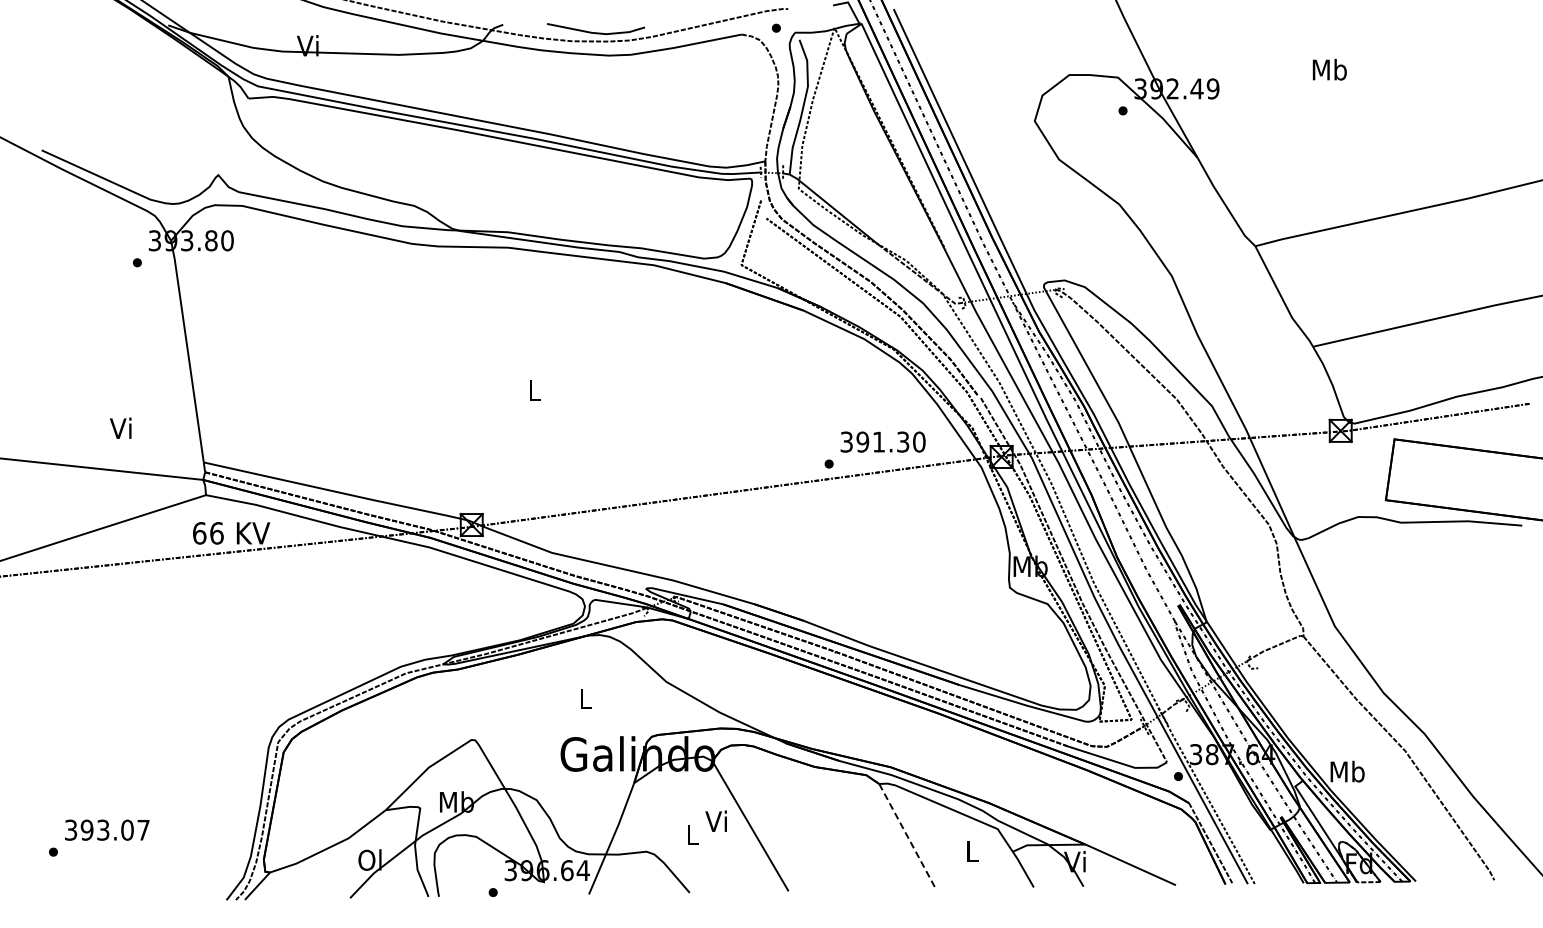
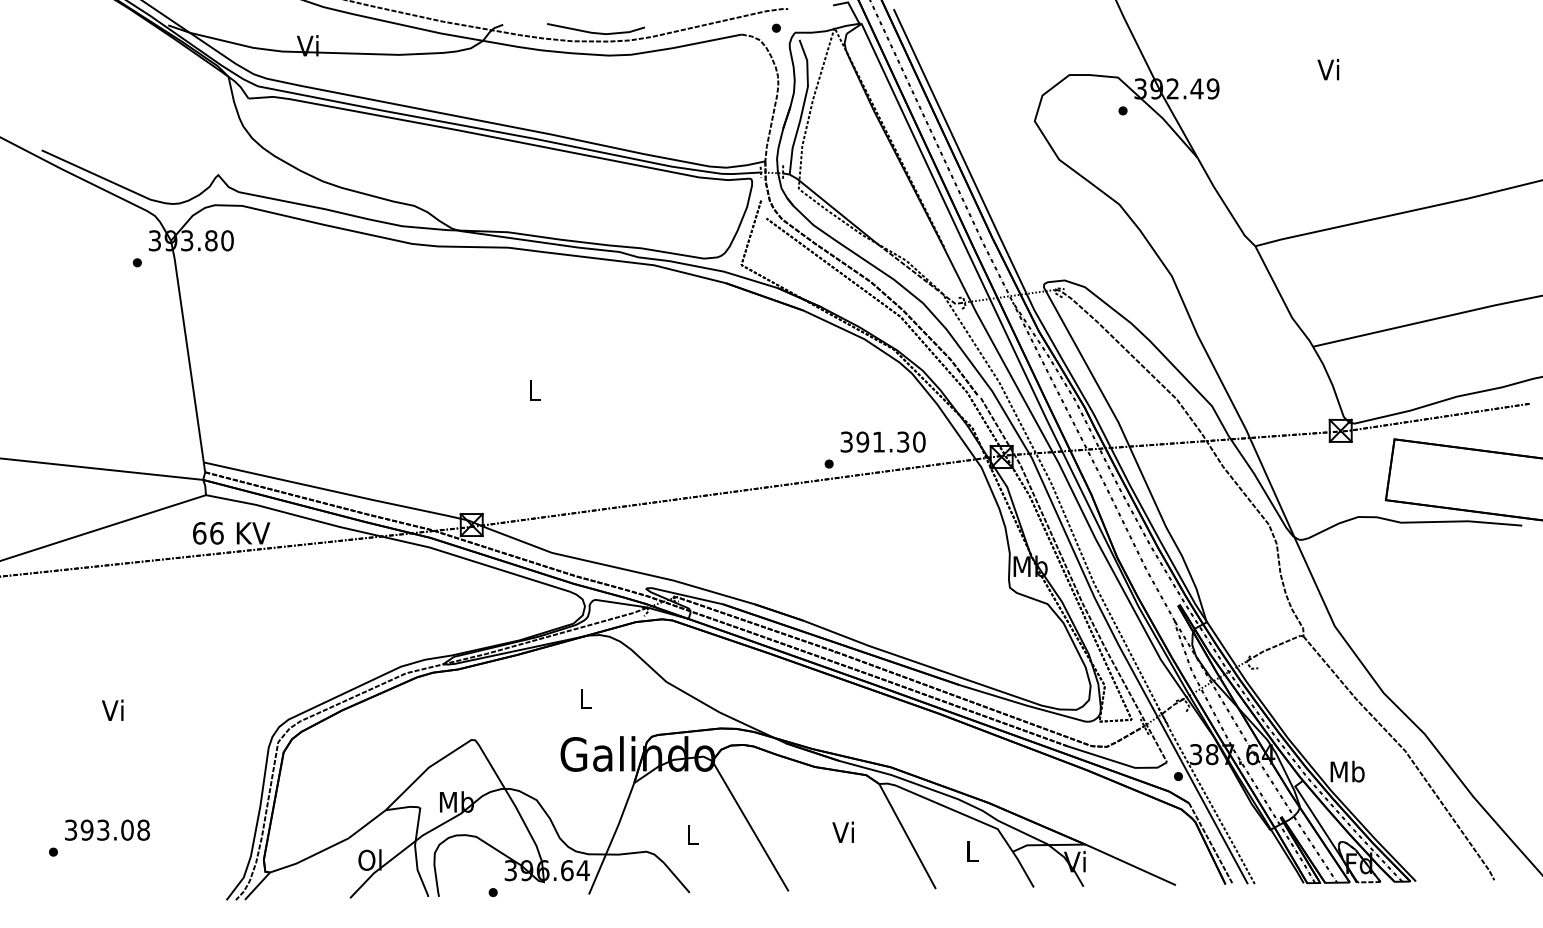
text at (1329, 69): Mb -> Vi
text at (120, 427) position: (120, 427) -> (112, 709)
text at (715, 820) position: (715, 820) -> (842, 831)
text at (143, 829): 393.07 -> 393.08
line at (907, 836): dashed -> solid
